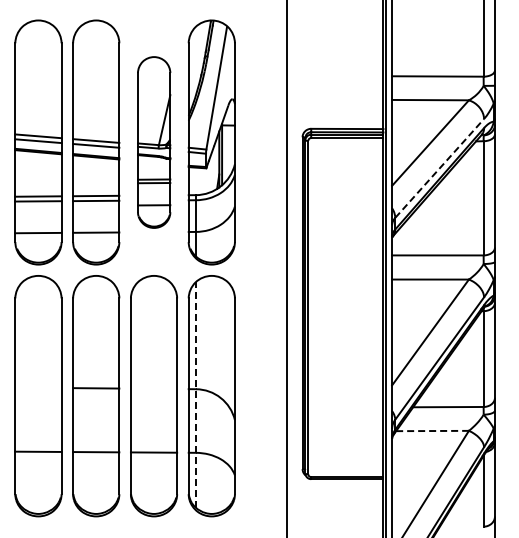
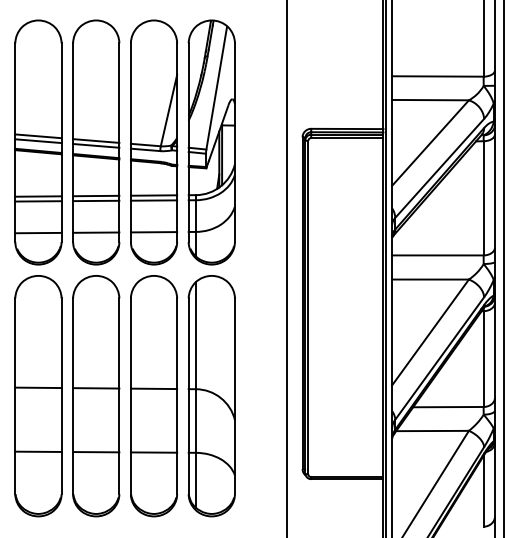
part at (154, 142) size: 35x173 px -> 49x247 px
line at (440, 168): dashed -> solid
line at (503, 268): none -> present
line at (38, 387): none -> present
line at (153, 388): none -> present
line at (195, 394): dashed -> solid
line at (433, 431): dashed -> solid
